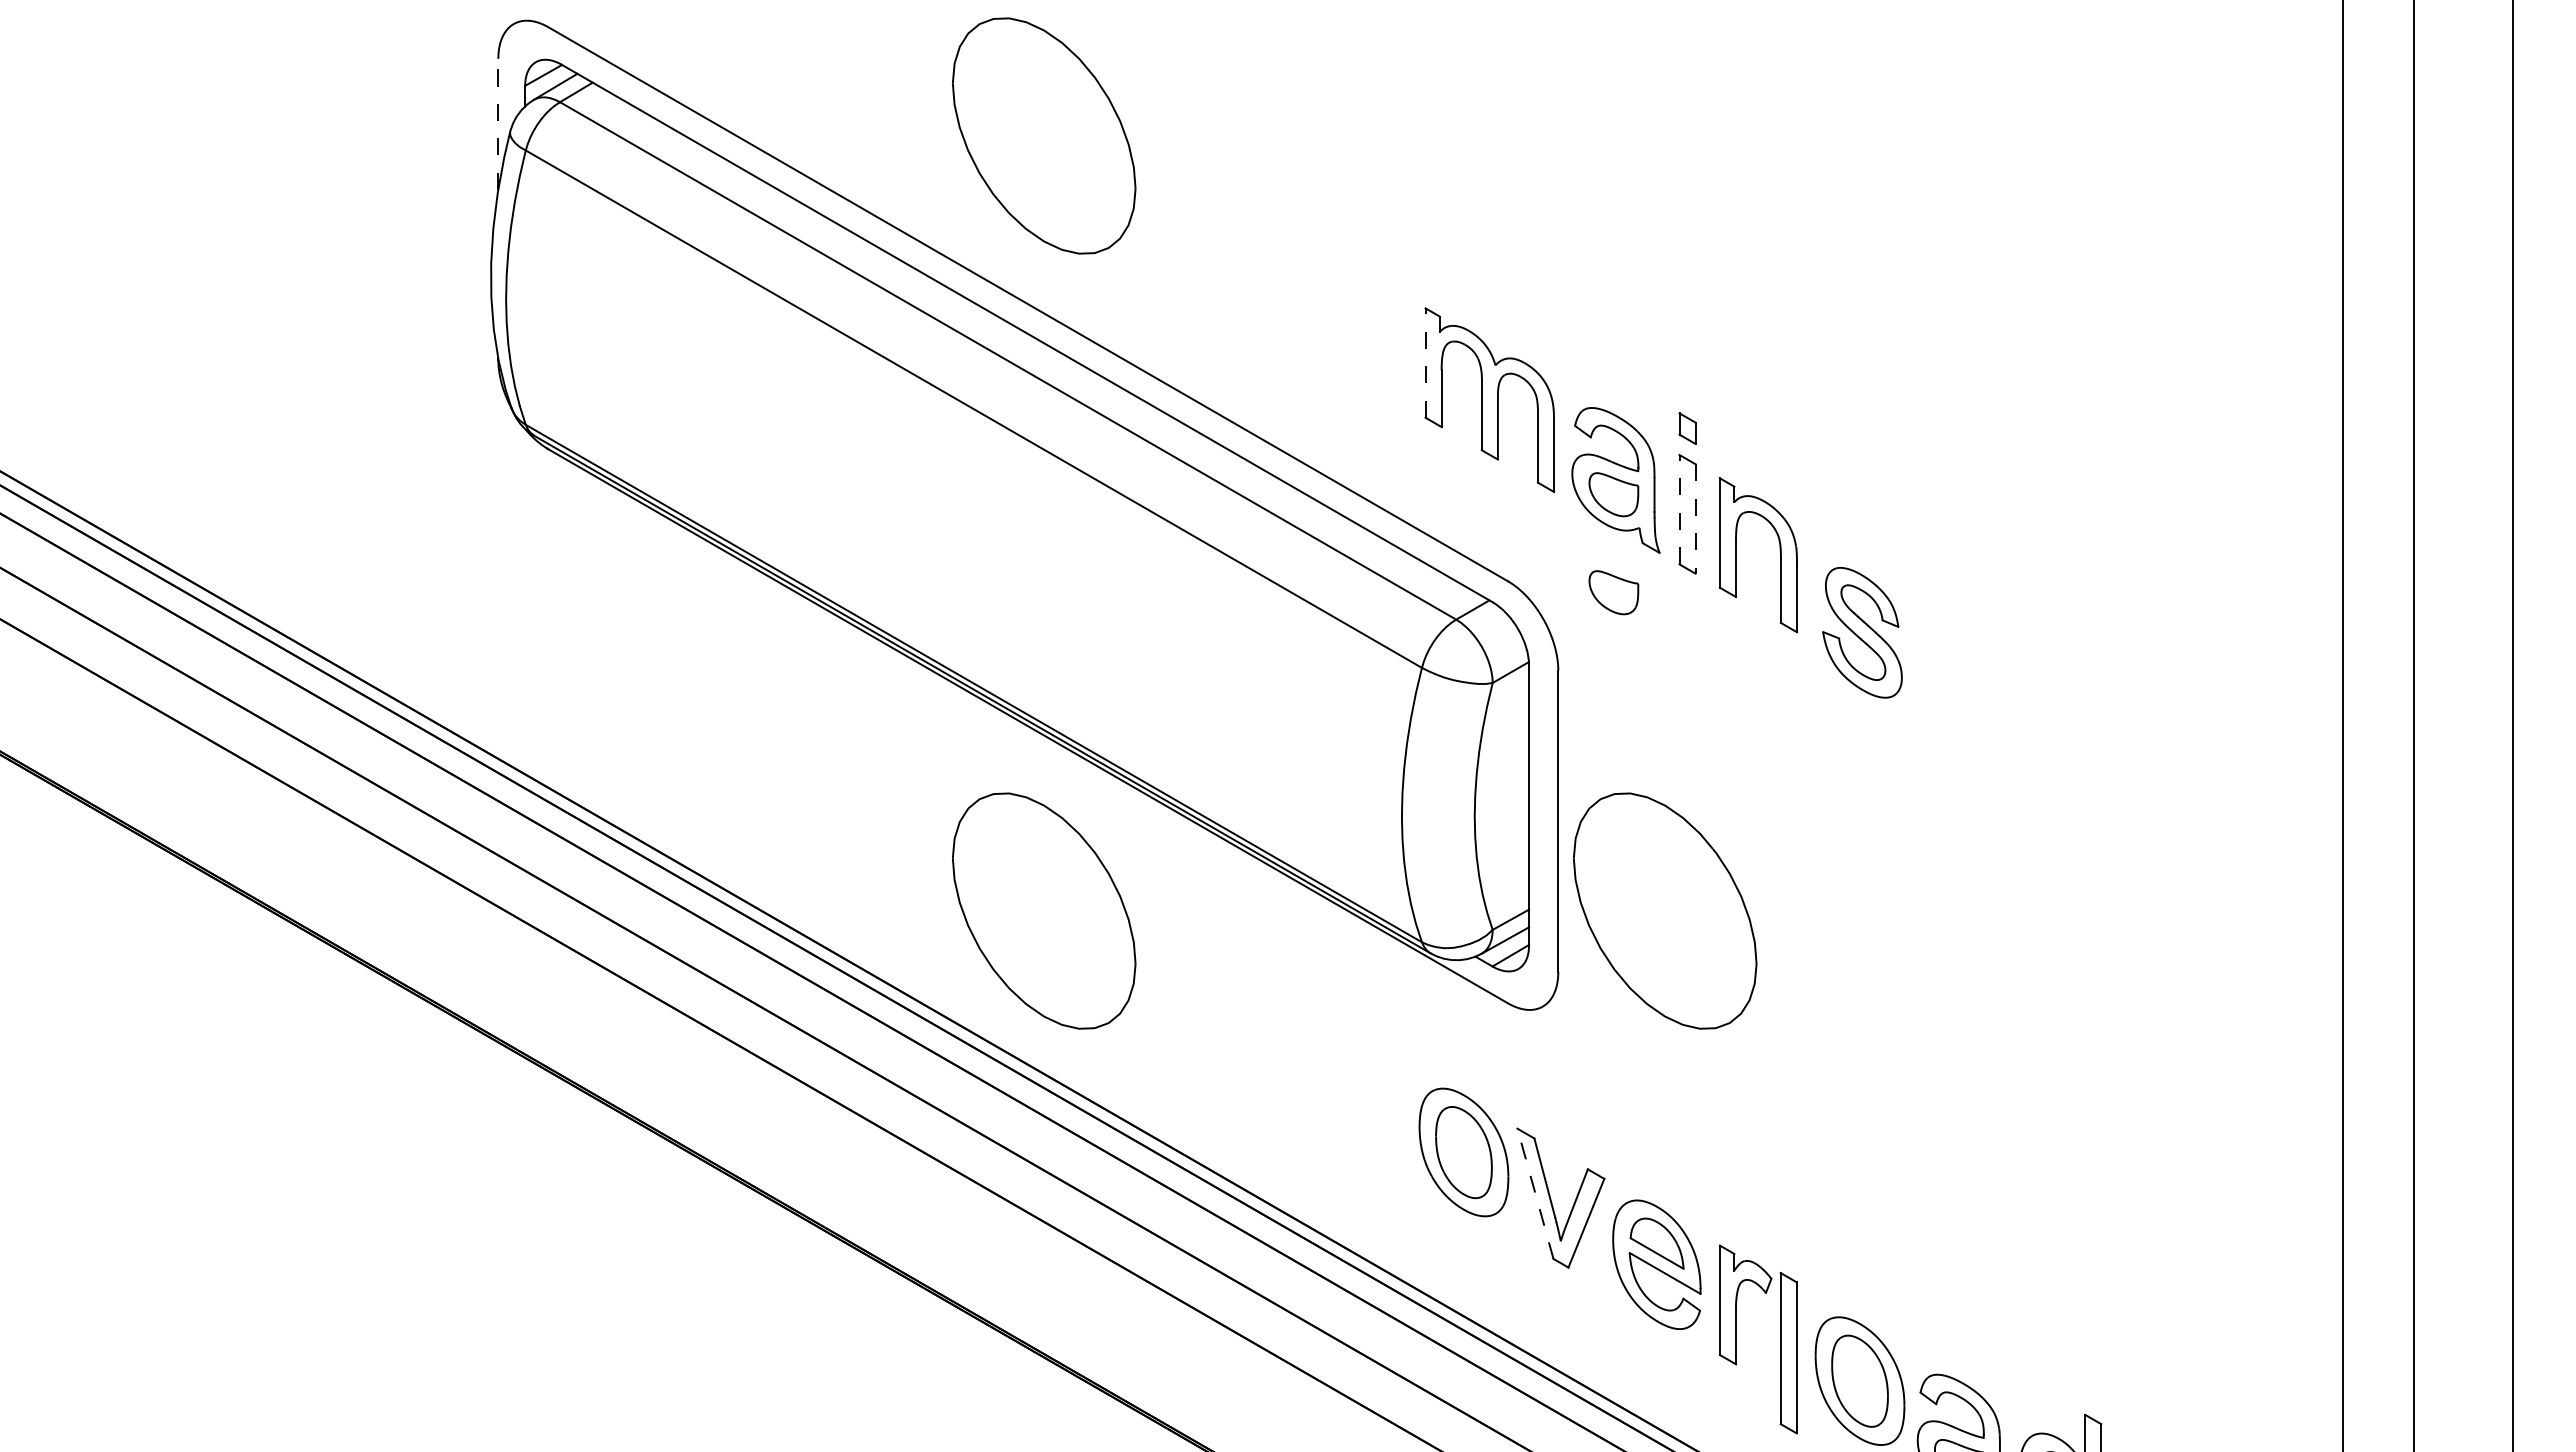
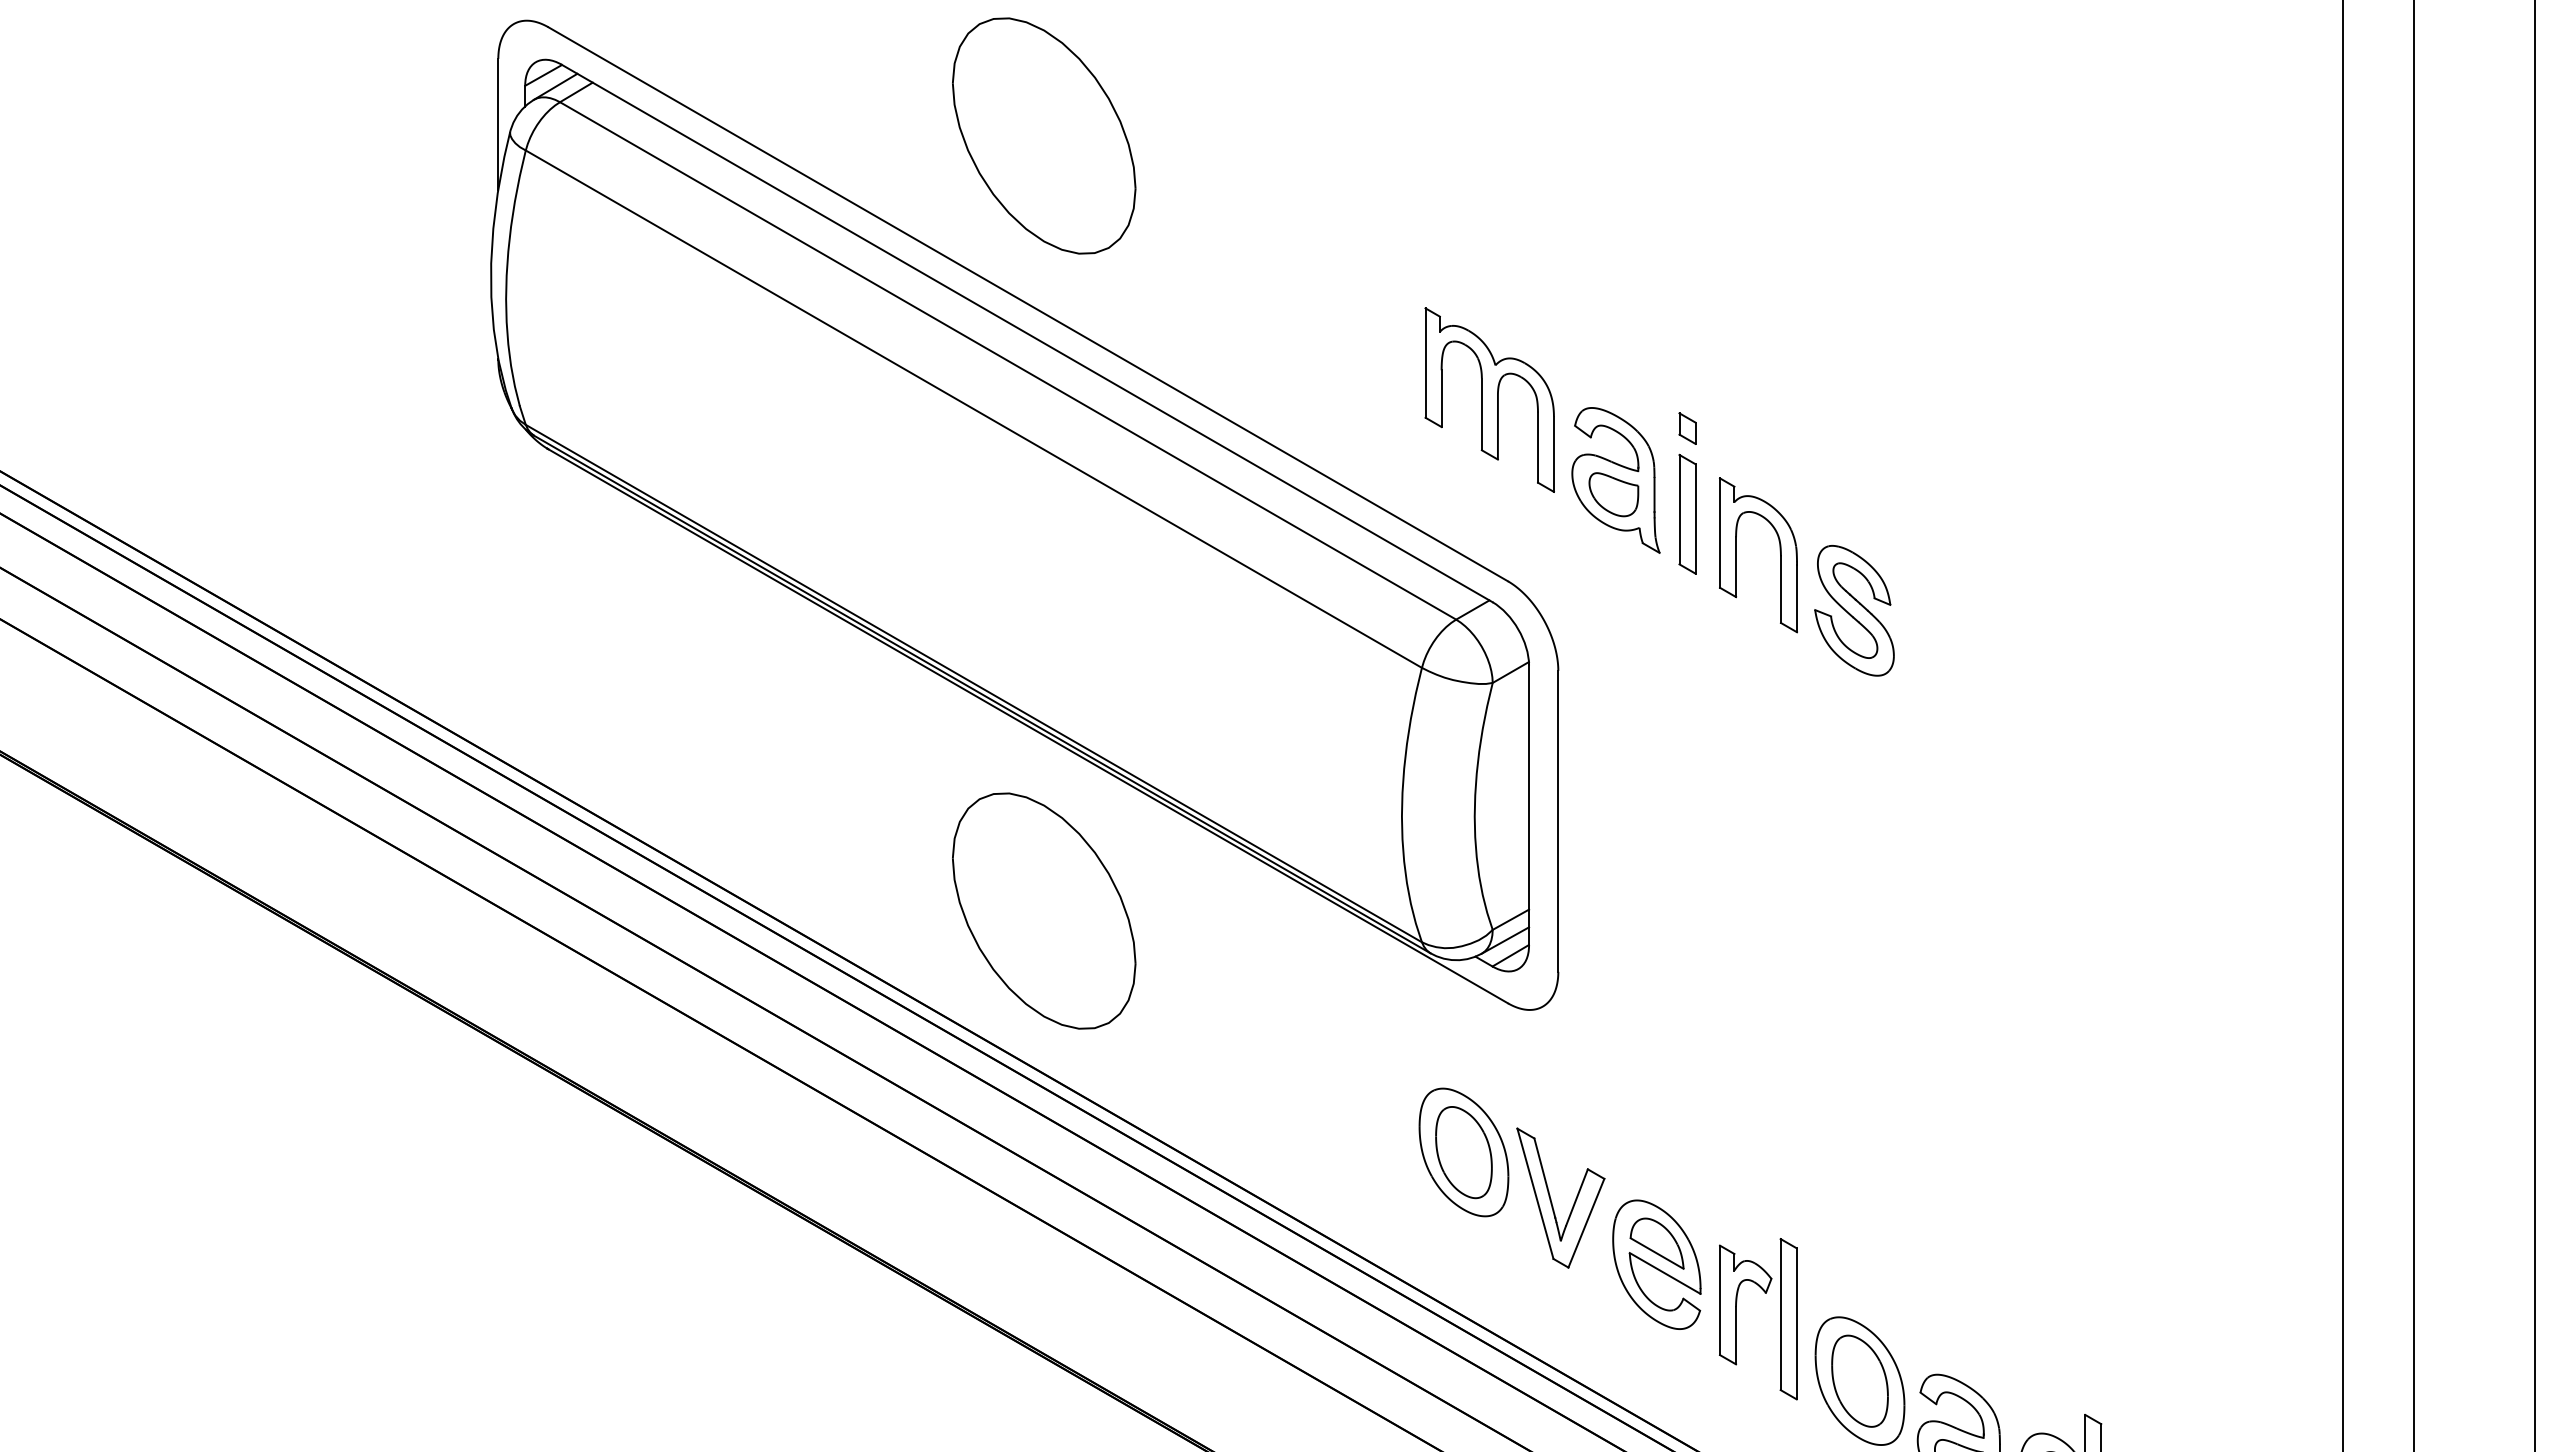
line at (498, 124): dashed -> solid
line at (1425, 363): dashed -> solid
line at (1679, 509): dashed -> solid
line at (1695, 518): dashed -> solid
part at (1613, 592): present -> none
part at (1862, 632) position: (1862, 632) -> (1854, 610)
line at (2512, 725) position: (2512, 725) -> (2534, 725)
part at (1665, 910): present -> none
line at (1535, 1193): dashed -> solid
part at (1788, 1353) position: (1788, 1353) -> (1788, 1319)
